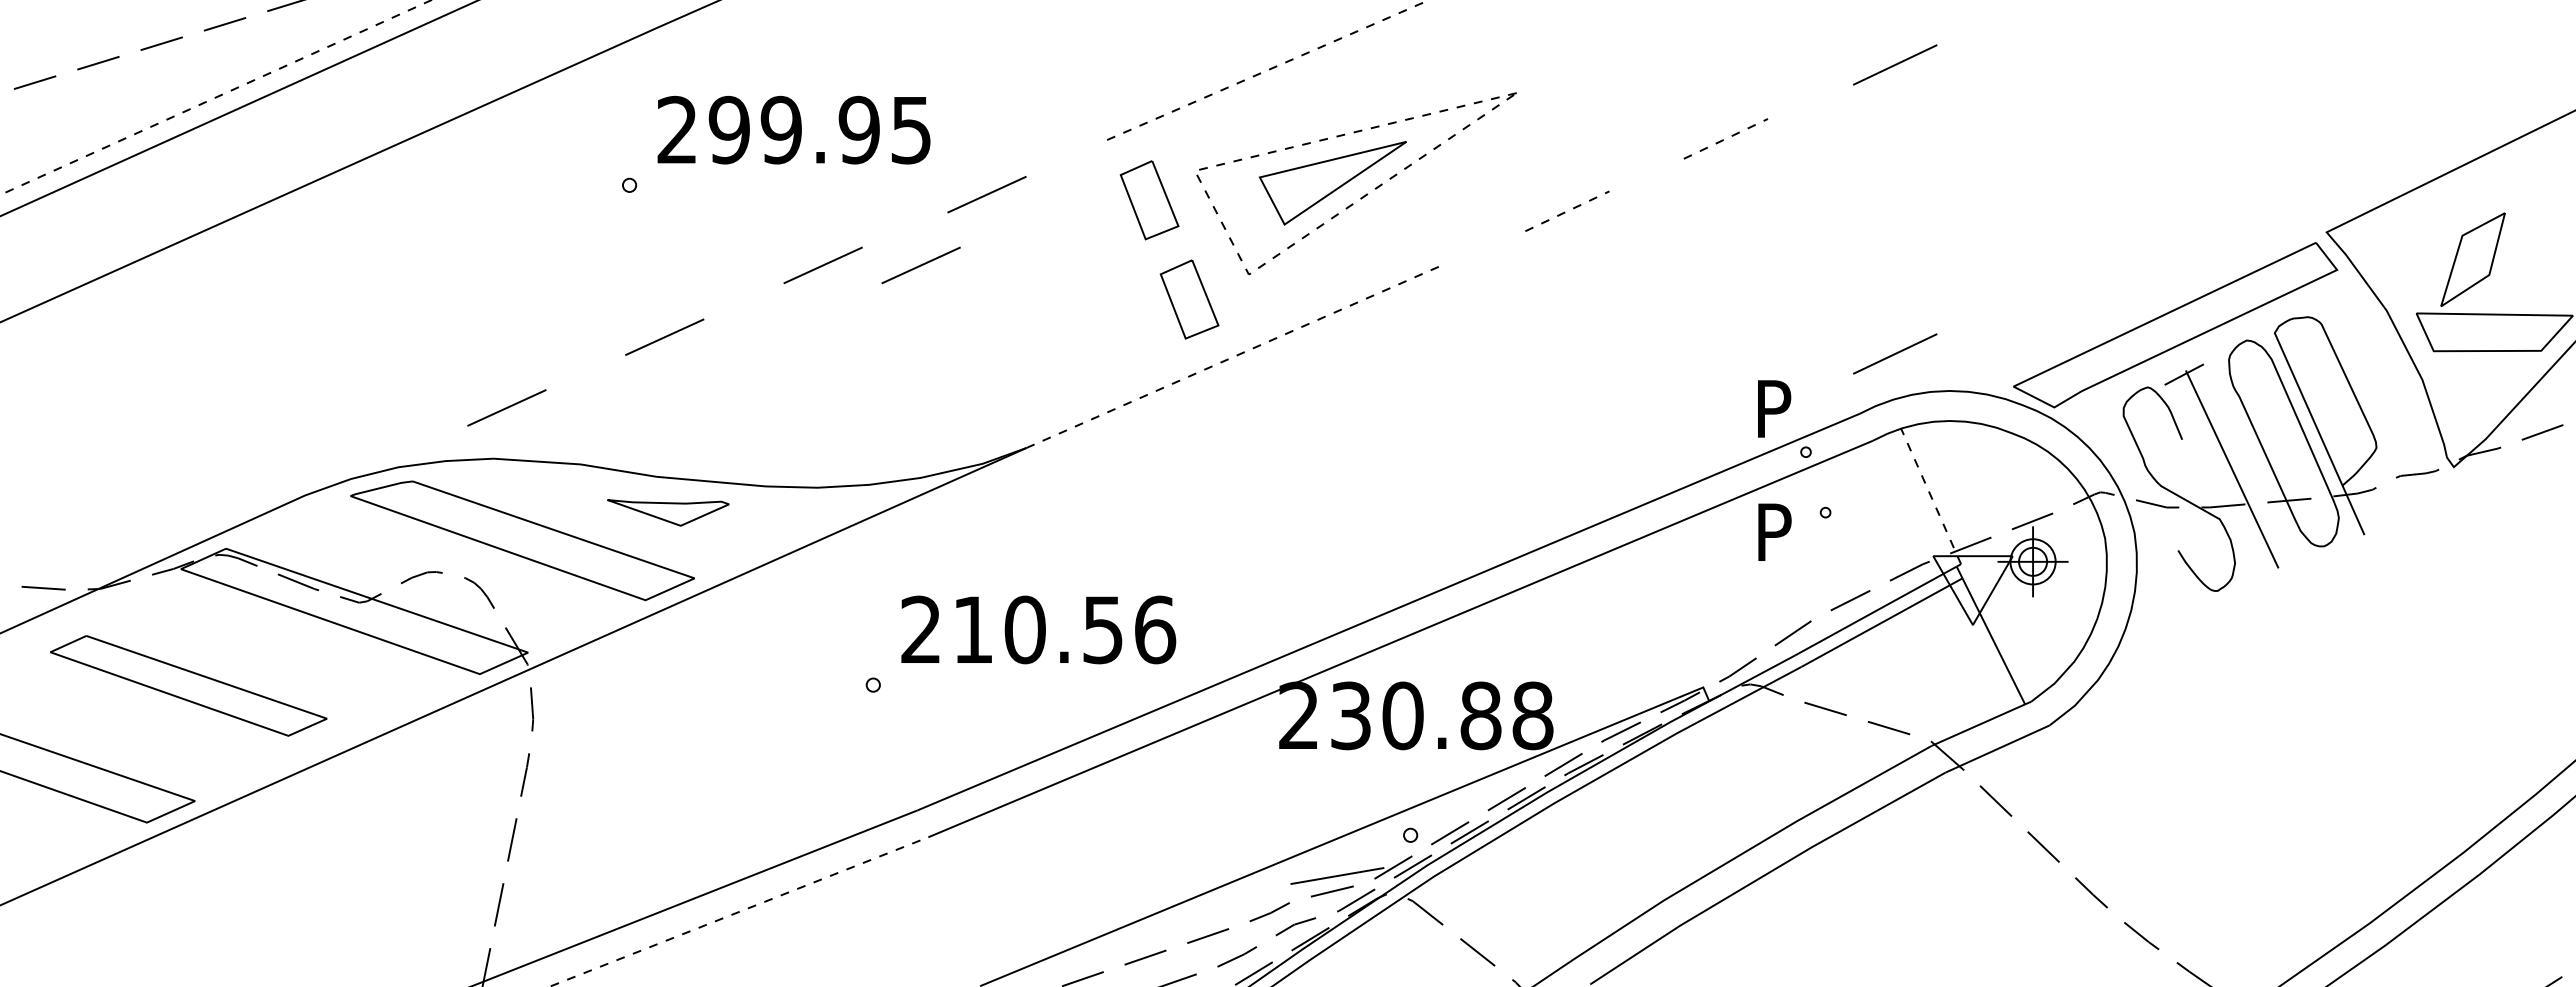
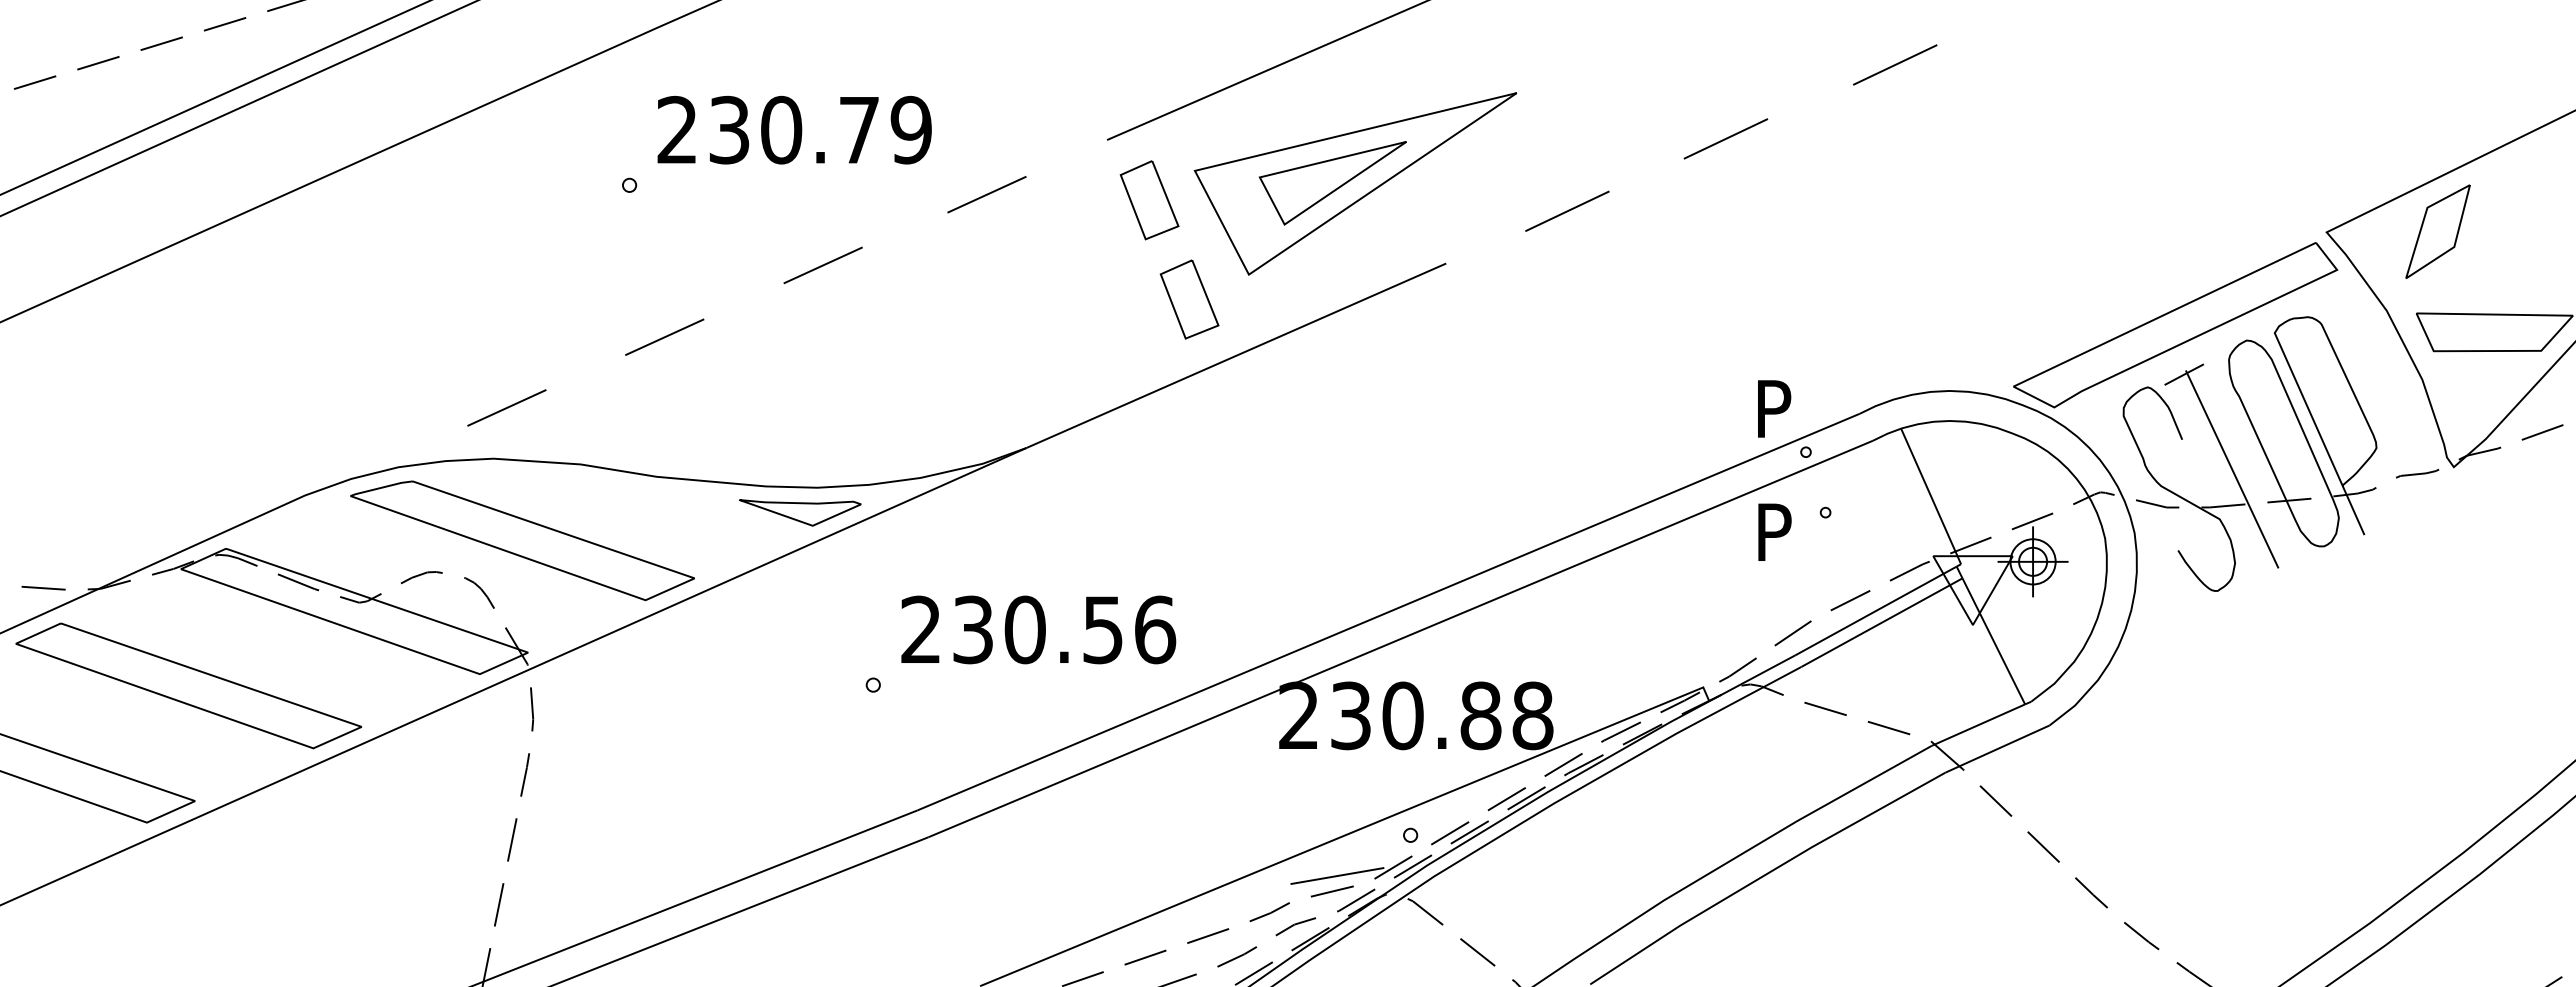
line at (1268, 70): dashed -> solid
line at (216, 97): dashed -> solid
text at (819, 129): 299.95 -> 230.79
line at (1725, 138): dashed -> solid
line at (1567, 211): dashed -> solid
line at (1220, 219): dashed -> solid
part at (2472, 259) position: (2472, 259) -> (2437, 231)
line at (920, 265): present -> none
line at (1895, 353): present -> none
line at (1236, 355): dashed -> solid
line at (1930, 496): dashed -> solid
part at (668, 512) position: (668, 512) -> (800, 512)
text at (972, 629): 210.56 -> 230.56
part at (188, 685) size: 278x102 px -> 347x128 px
line at (738, 912): dashed -> solid
